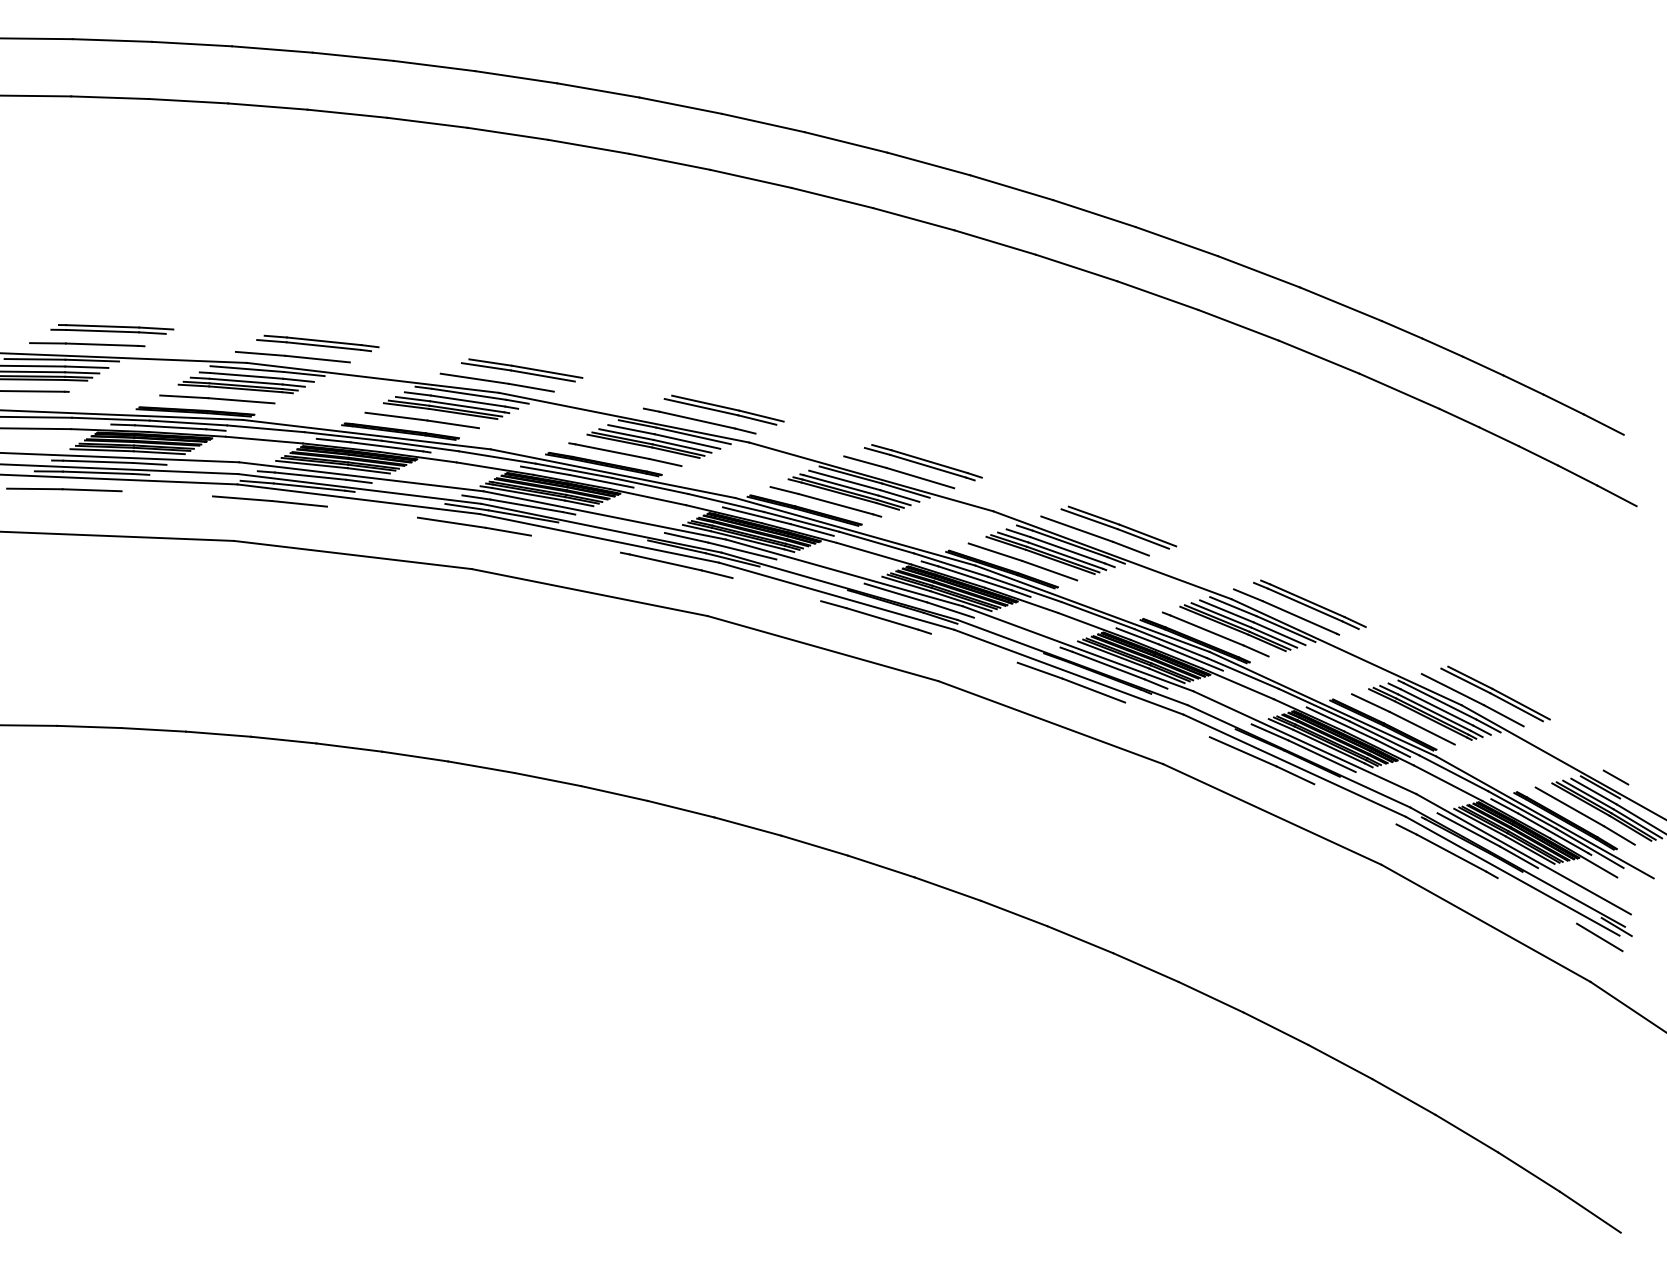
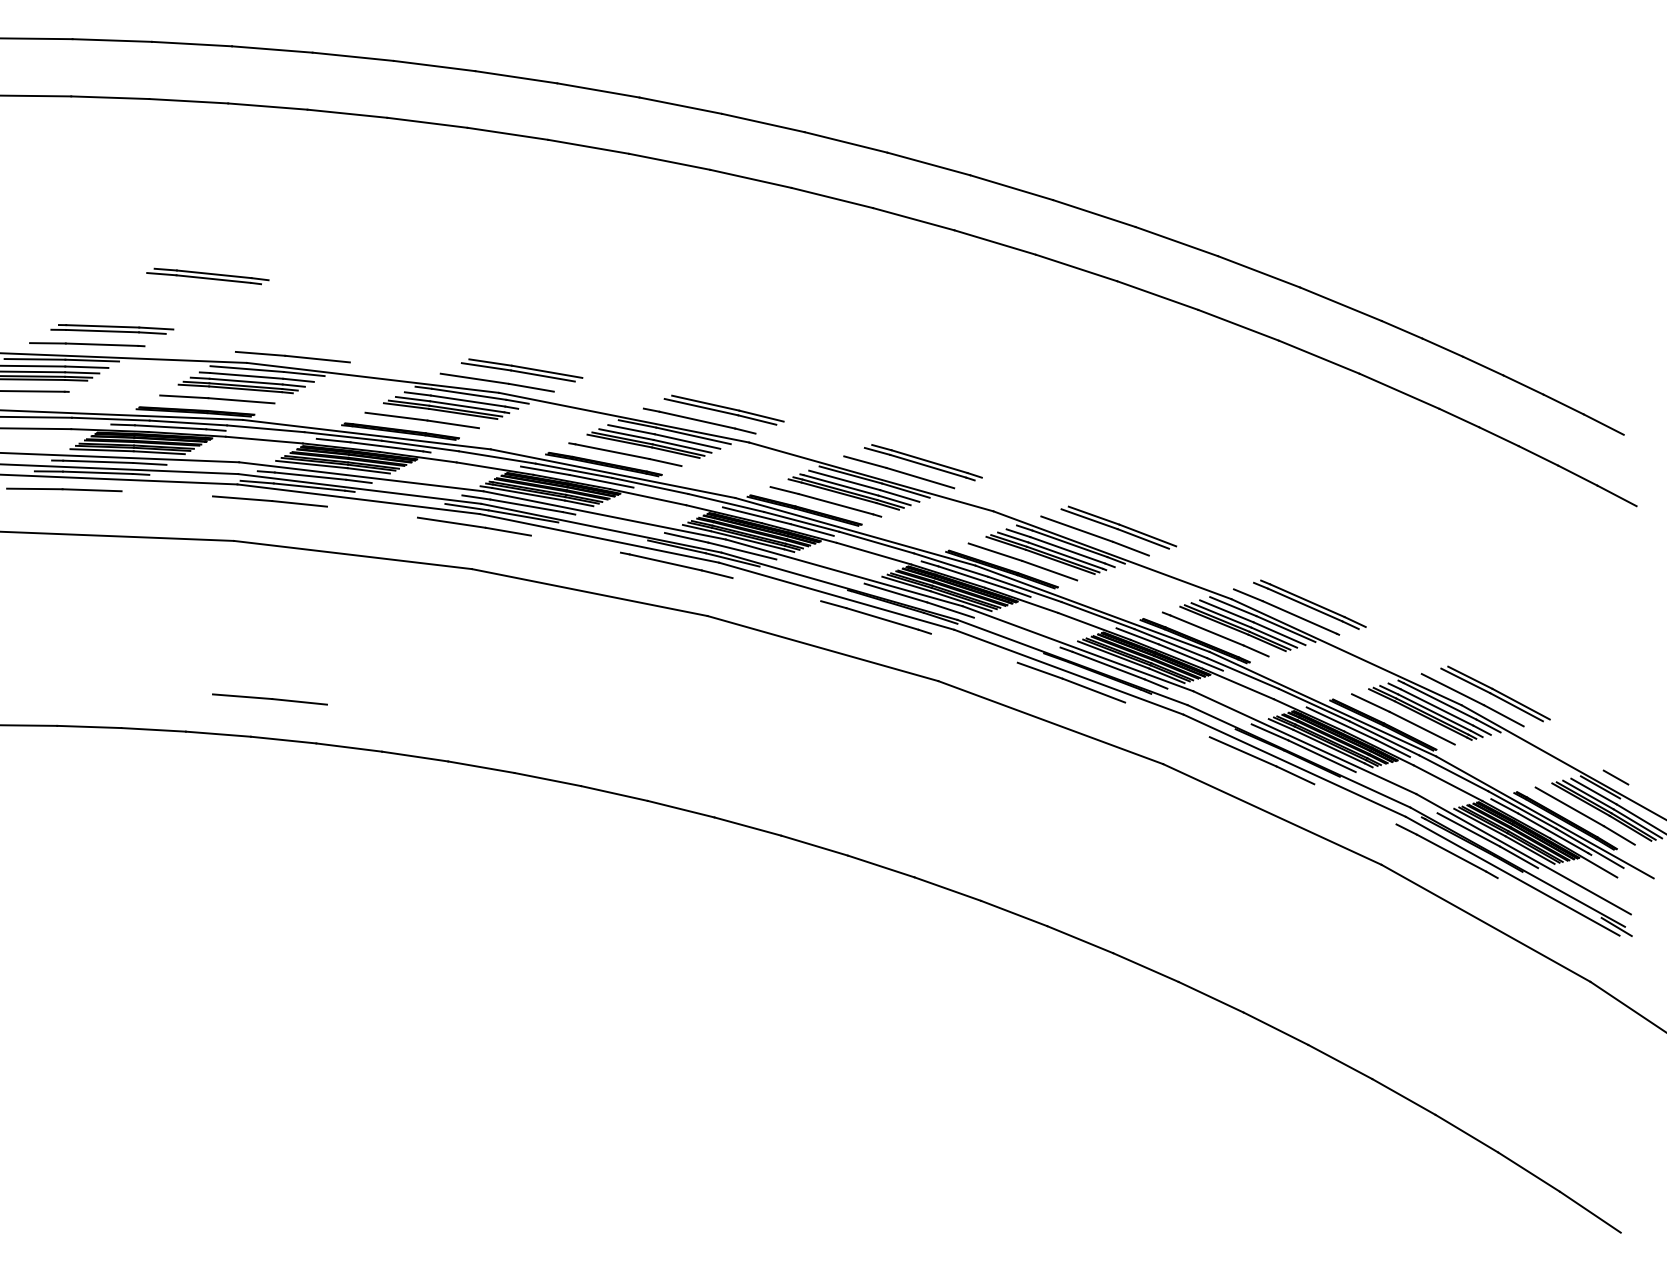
part at (317, 343) position: (317, 343) -> (207, 276)
line at (269, 699): none -> present
line at (1599, 937): present -> none
